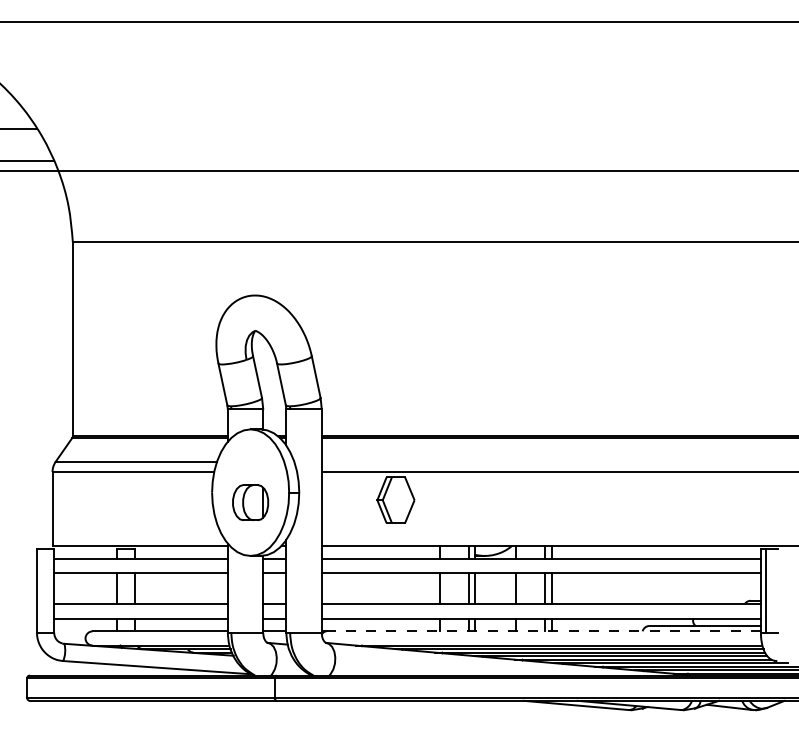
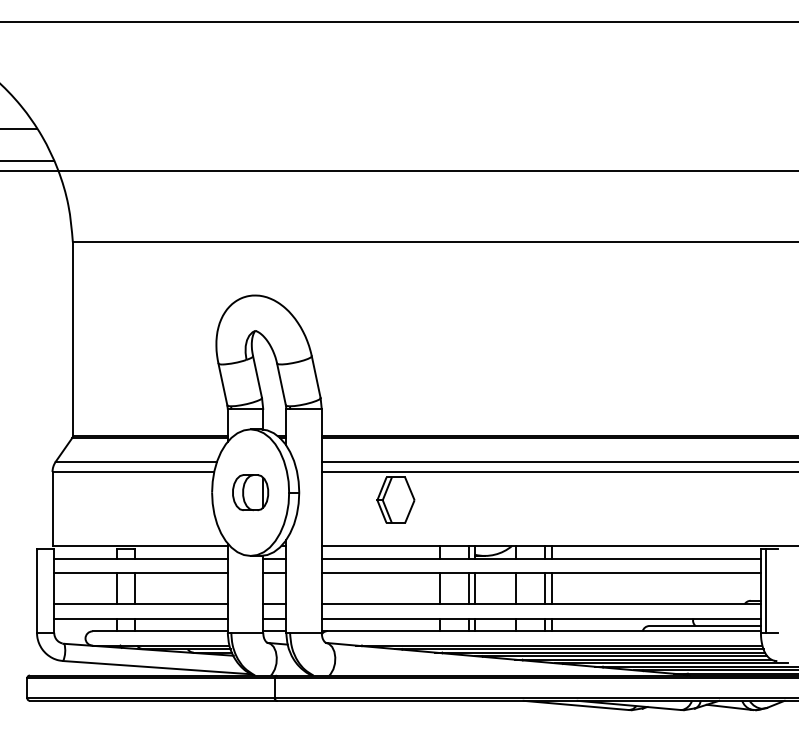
line at (558, 461): none -> present
part at (250, 502) position: (250, 502) -> (250, 492)
line at (543, 631): dashed -> solid
